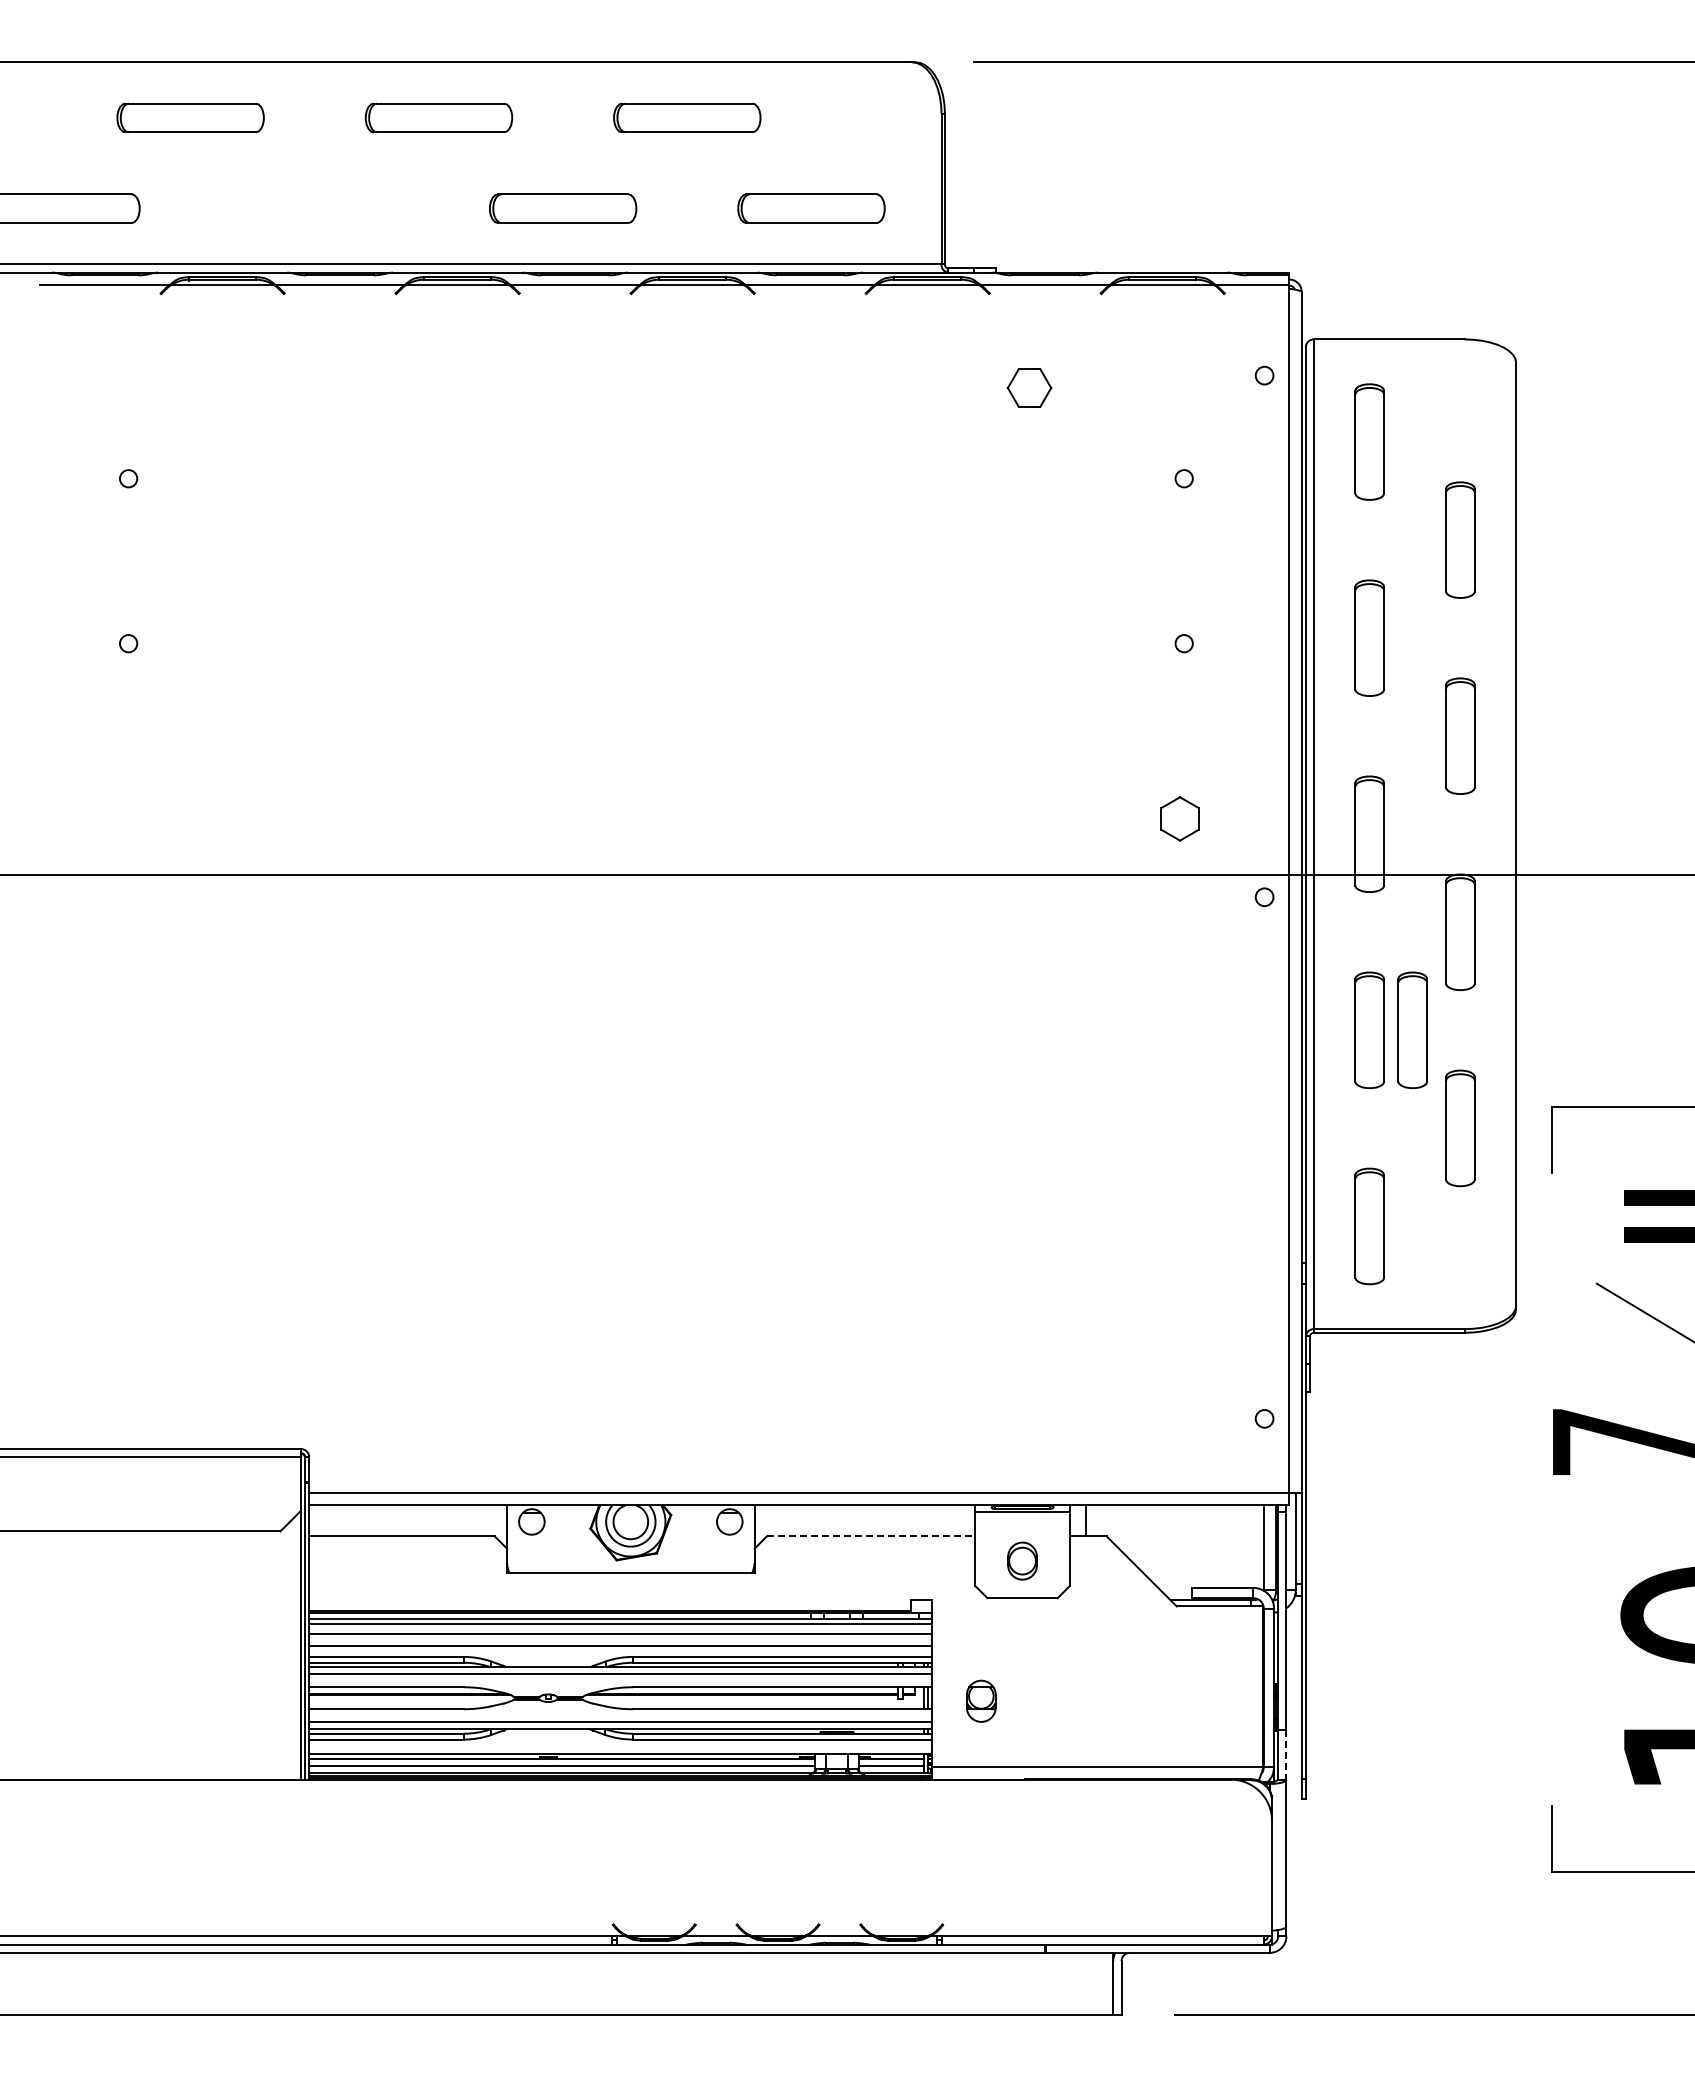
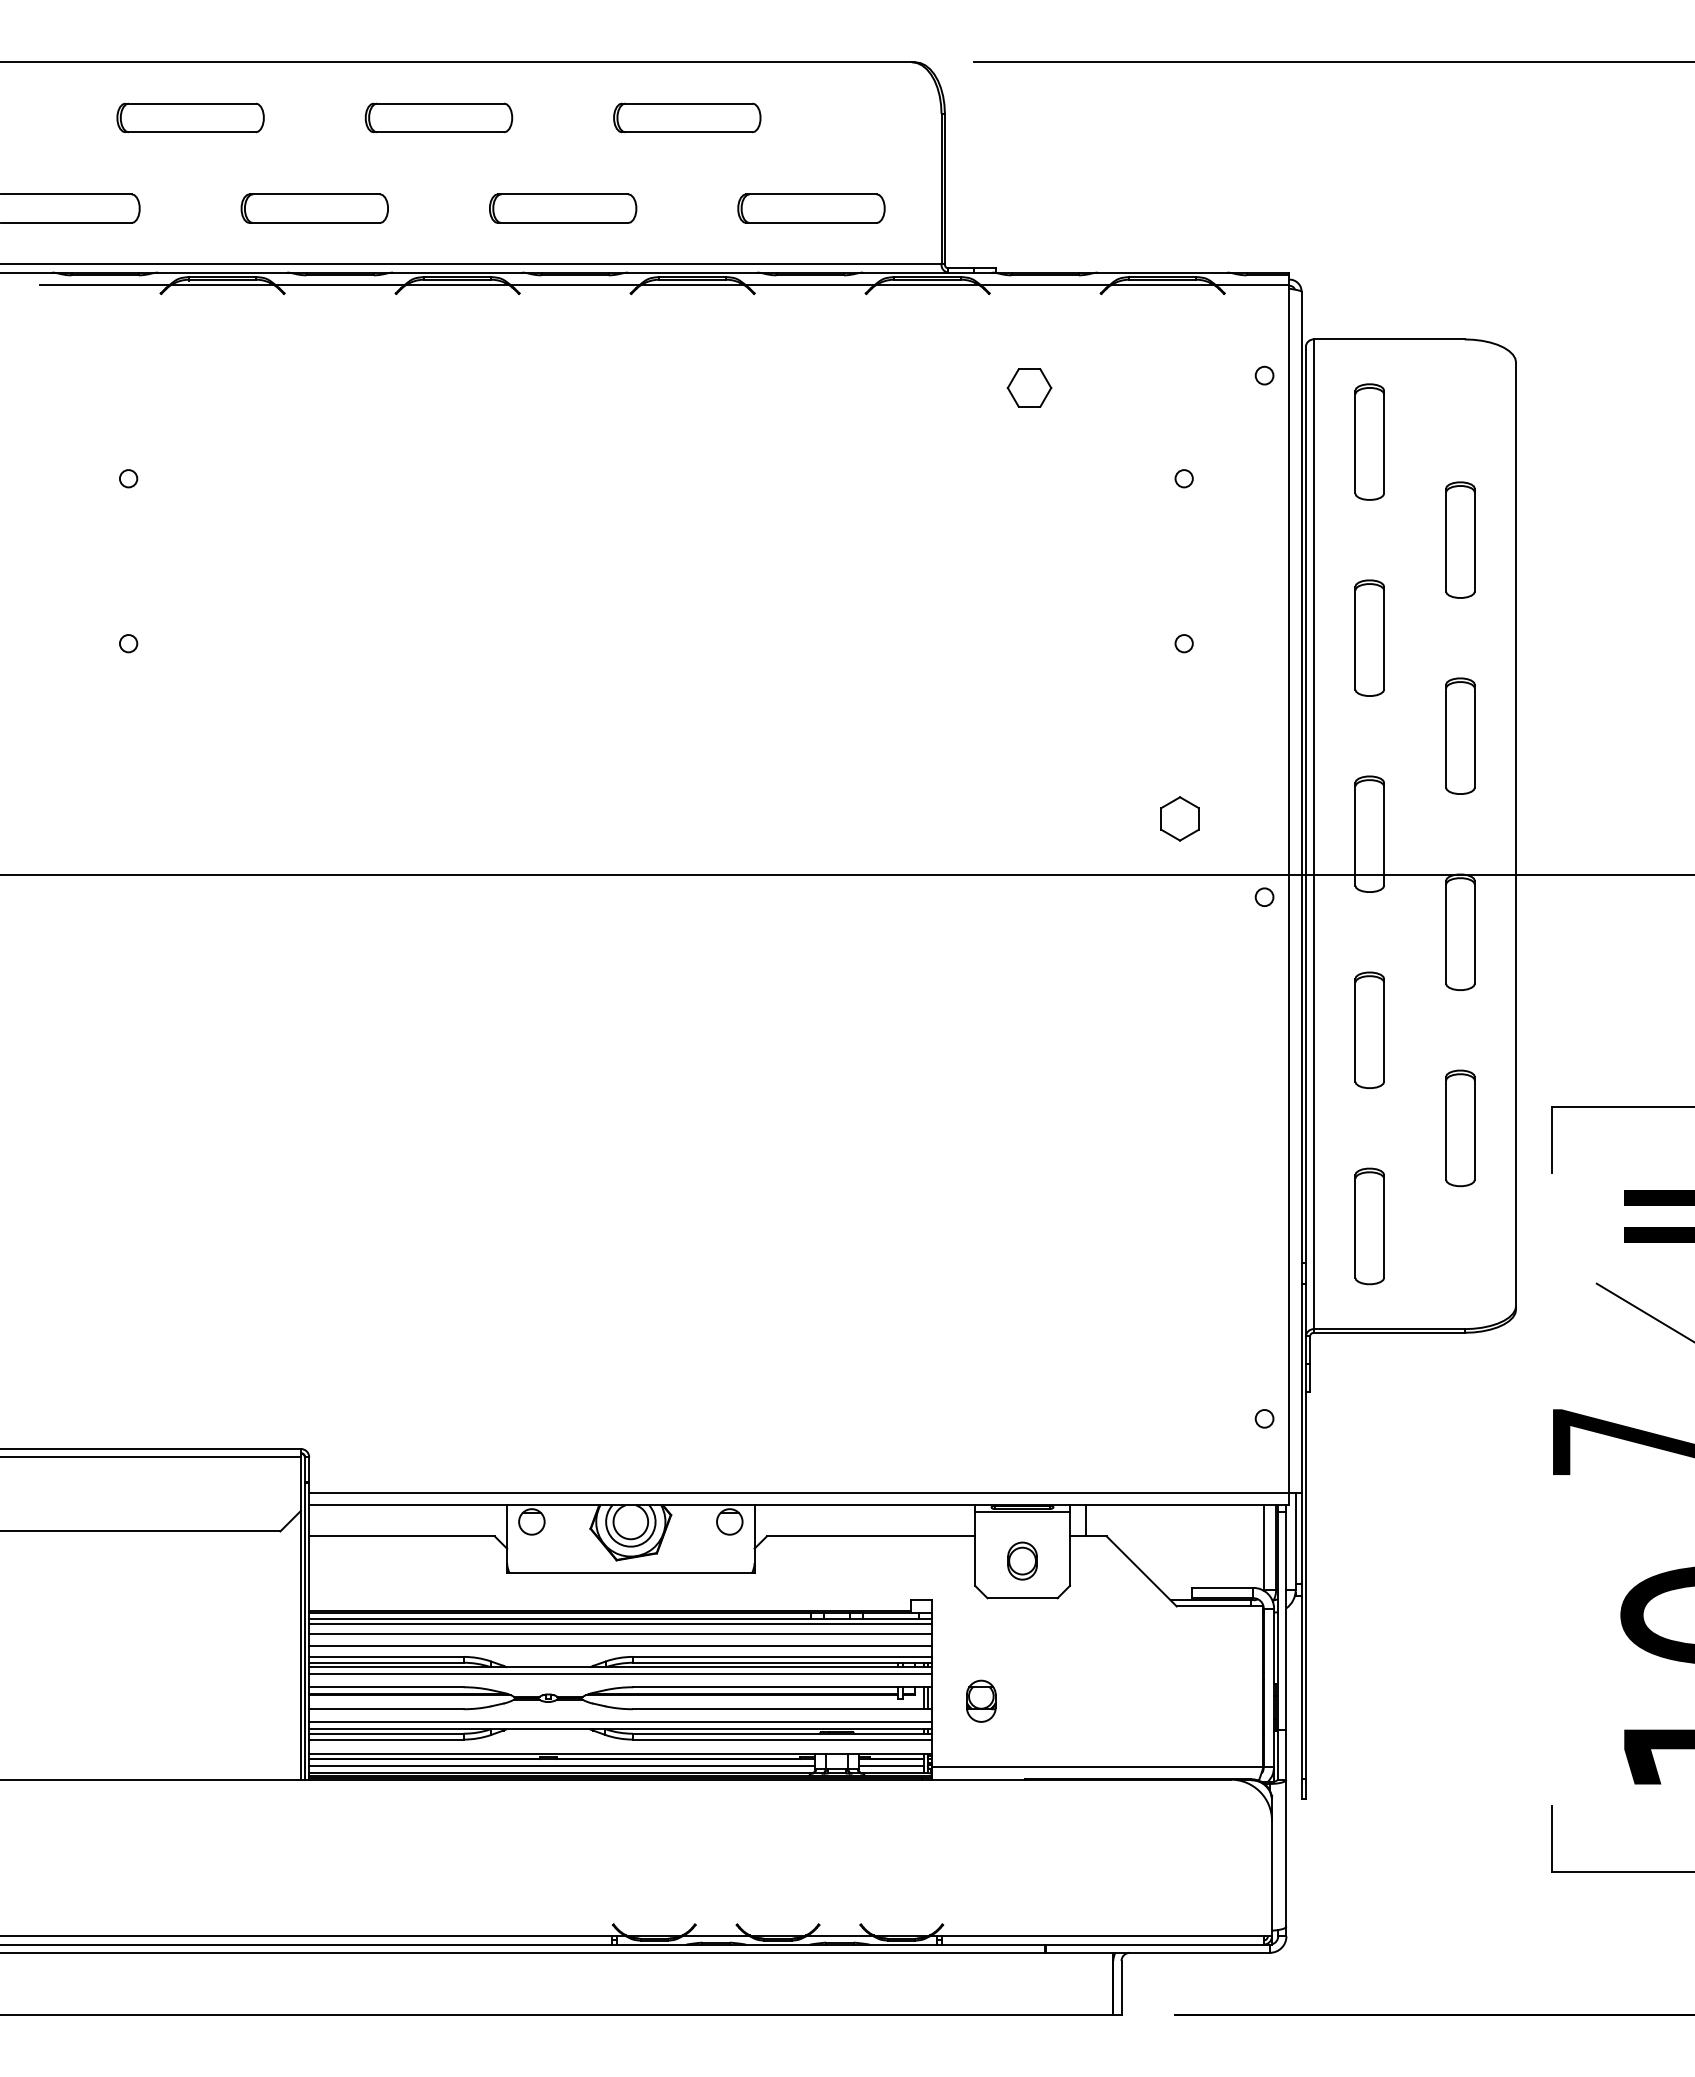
part at (314, 208): none -> present
part at (1412, 1029): present -> none
line at (871, 1536): dashed -> solid
line at (1286, 1754): dashed -> solid
